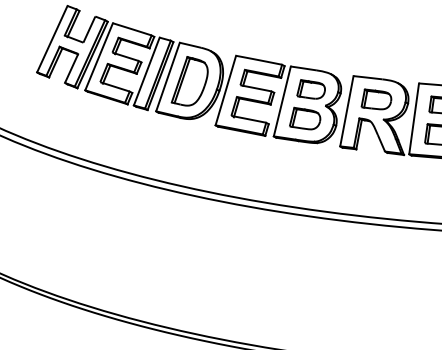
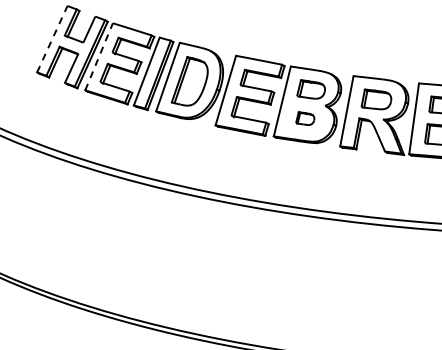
line at (52, 39): solid -> dashed
line at (99, 56): solid -> dashed
part at (305, 118) size: 33x25 px -> 21x15 px
